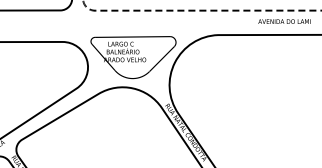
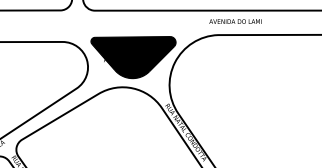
line at (191, 10): dashed -> solid
text at (284, 21) position: (284, 21) -> (235, 21)
fill at (133, 57): none -> present
